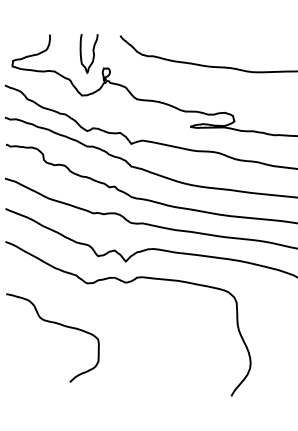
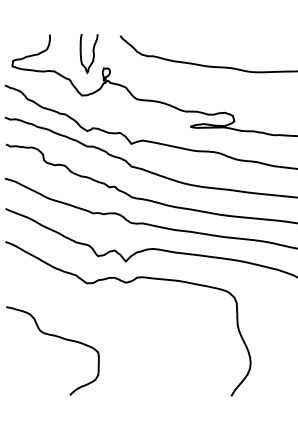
curve at (56, 324) position: (56, 324) -> (56, 337)
